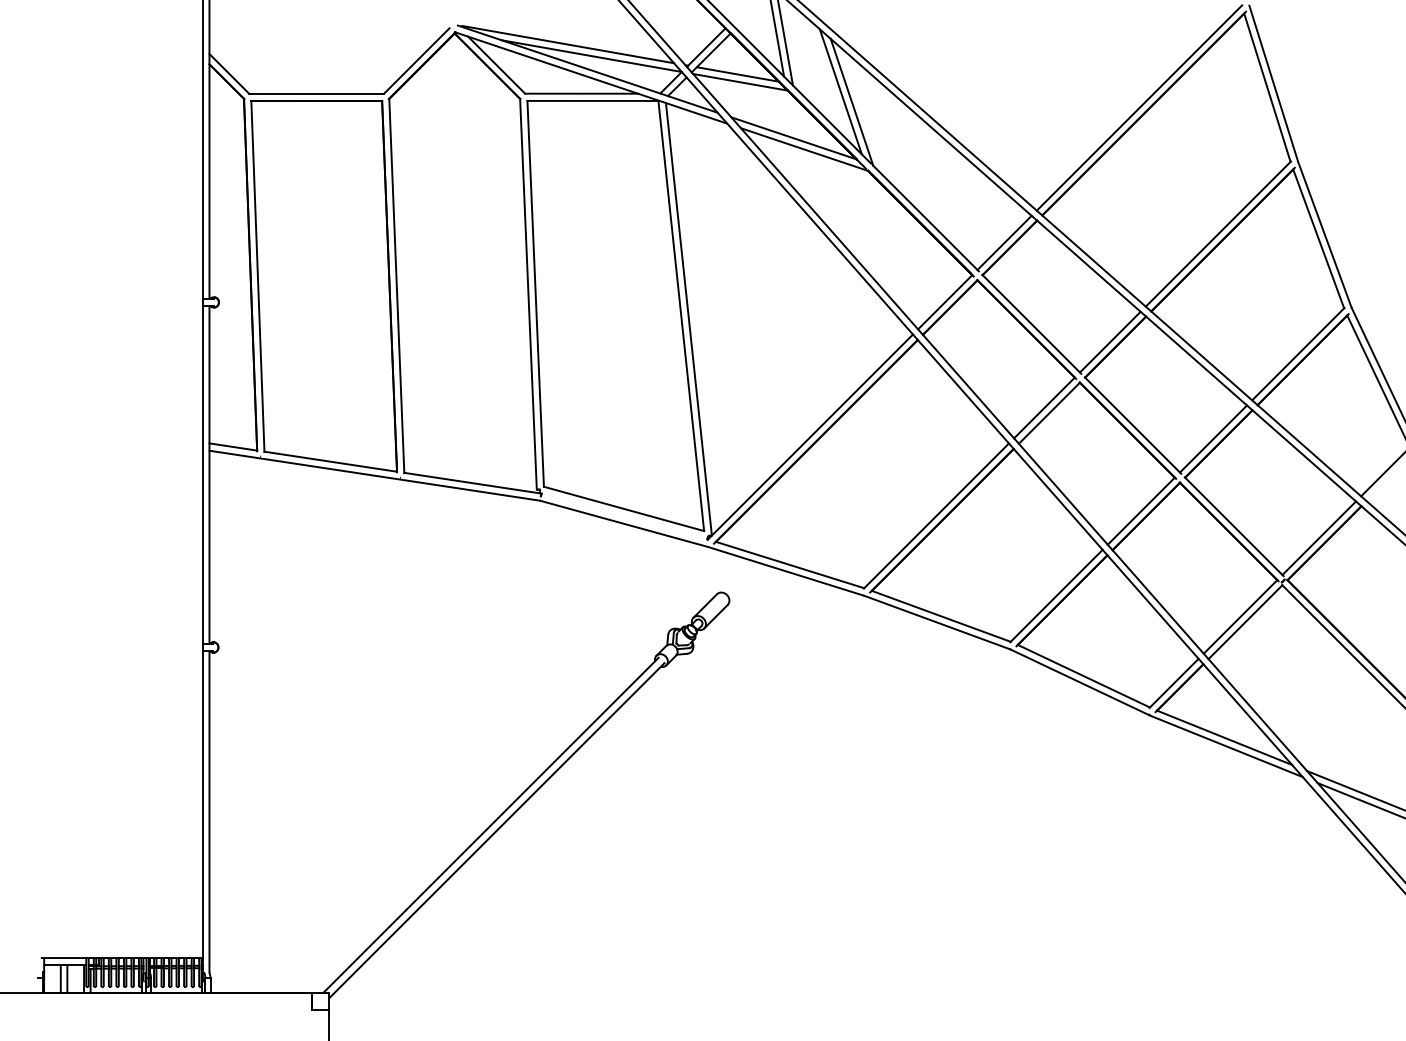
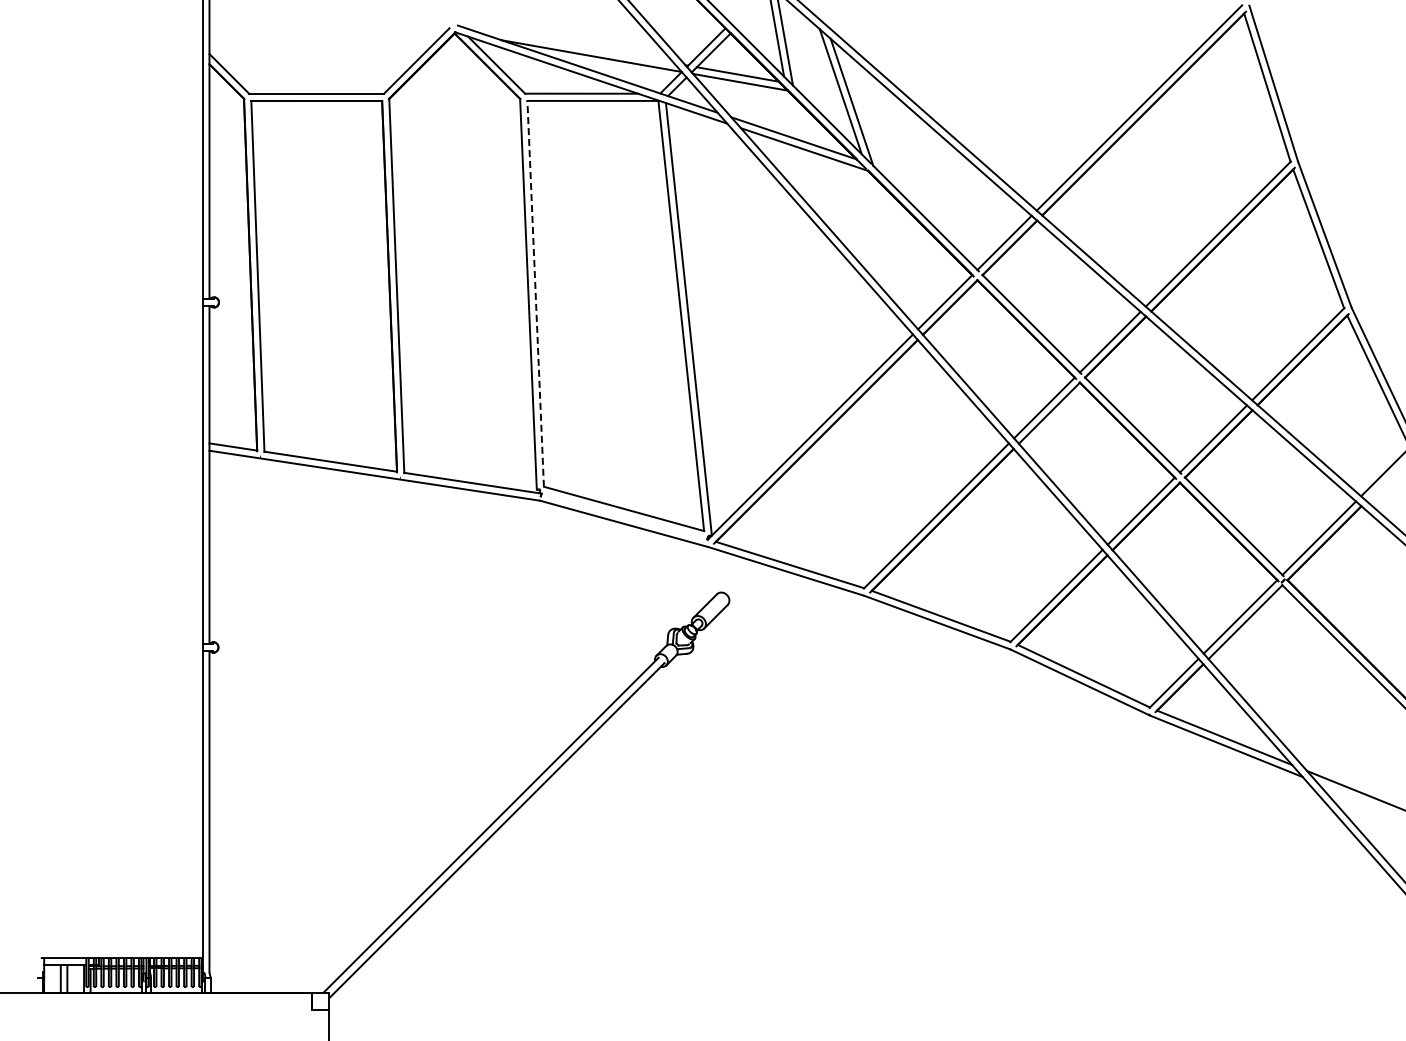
line at (568, 44): present -> none
line at (535, 293): solid -> dashed
line at (1359, 800): present -> none
